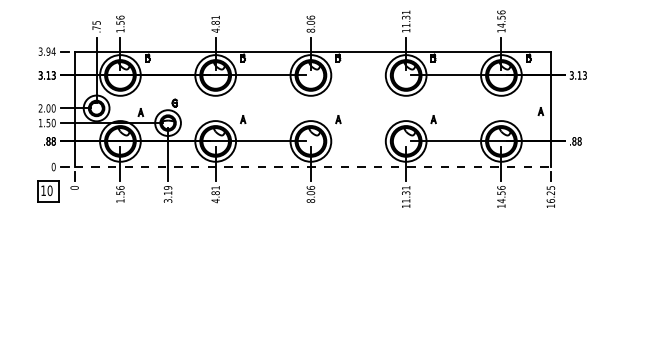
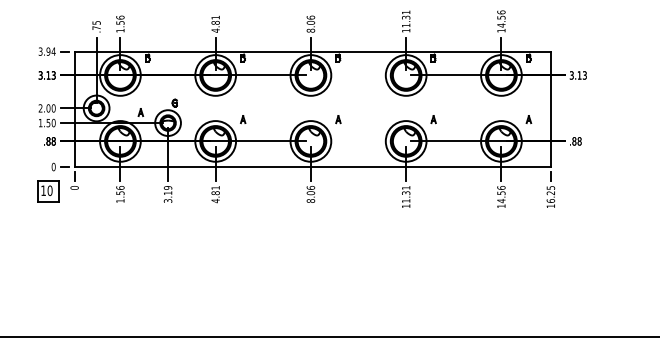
part at (540, 111) position: (540, 111) -> (528, 119)
line at (313, 167): dashed -> solid
line at (329, 336): none -> present
